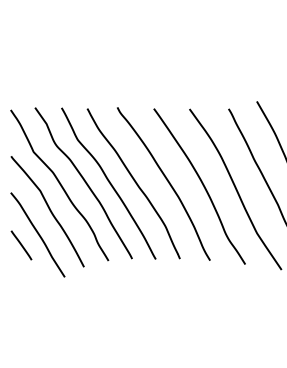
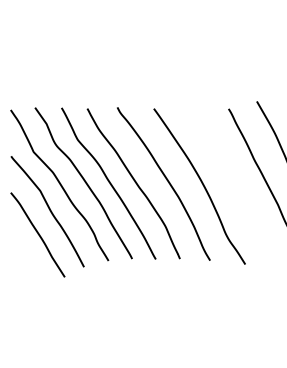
curve at (235, 189): present -> none
line at (21, 245): present -> none
